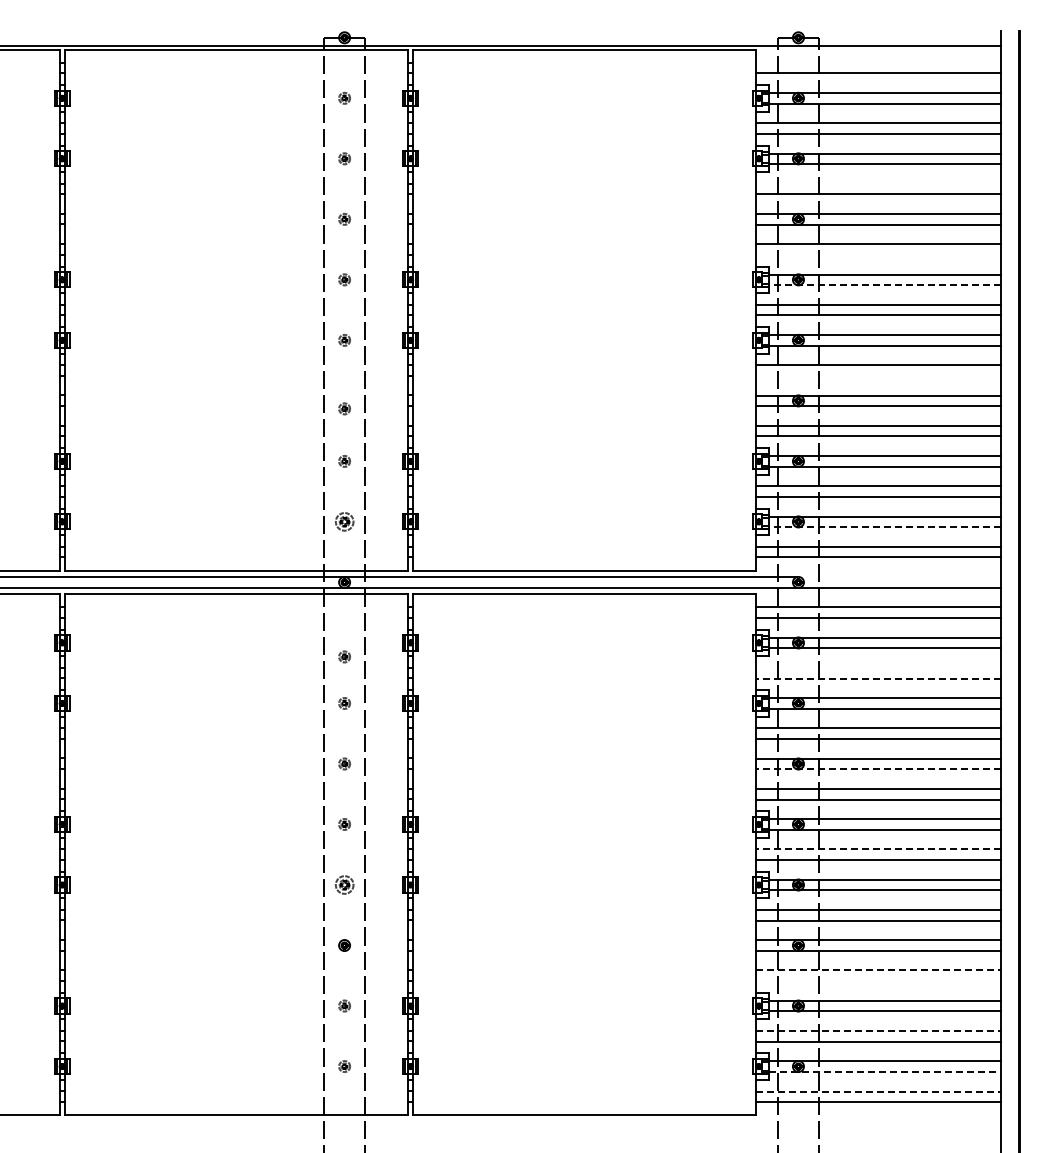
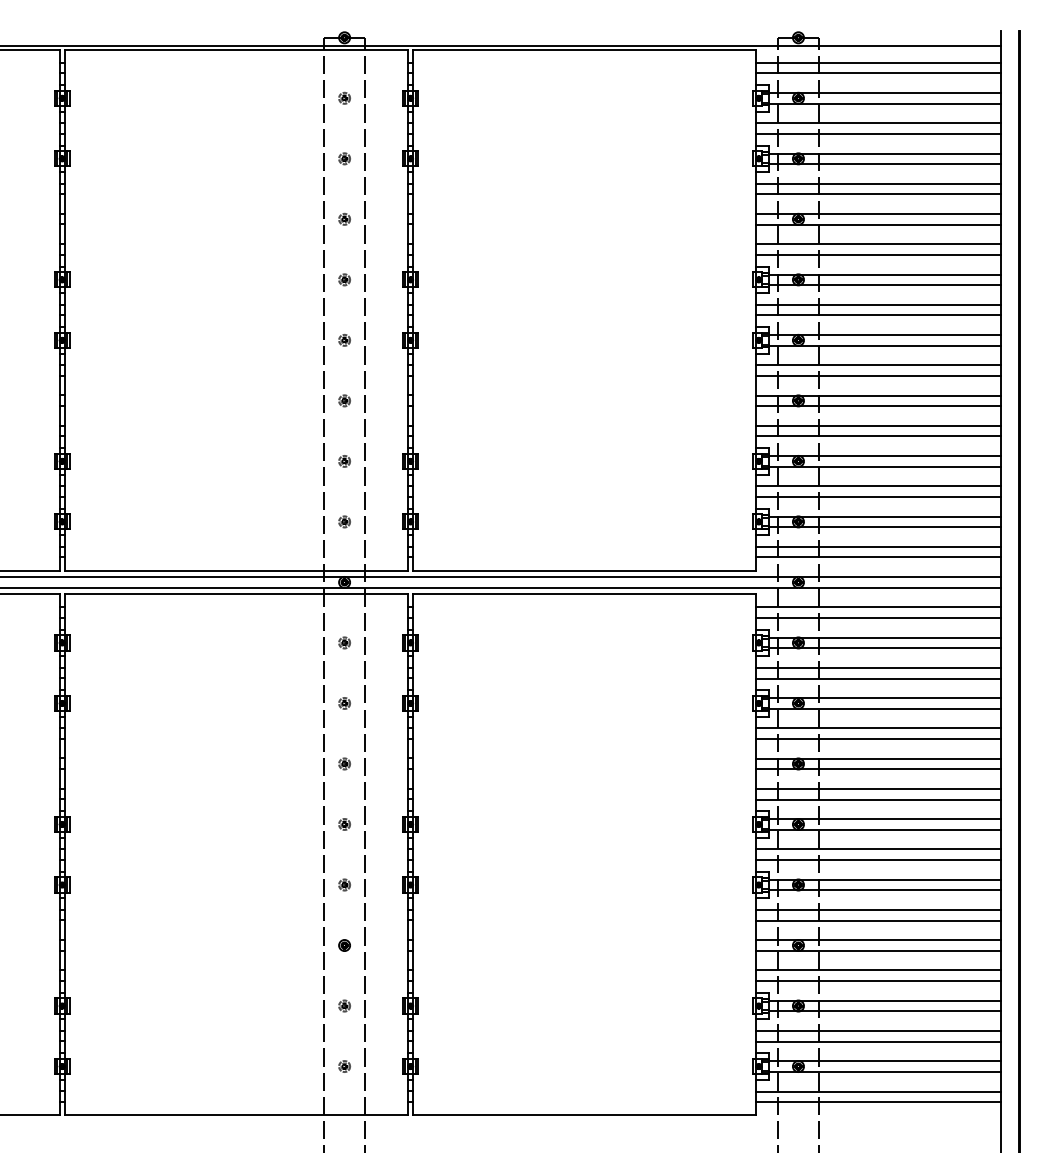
line at (878, 62): none -> present
line at (878, 183): none -> present
line at (878, 254): none -> present
line at (885, 285): dashed -> solid
line at (878, 375): none -> present
part at (344, 408) position: (344, 408) -> (344, 400)
part at (344, 521) size: 20x20 px -> 13x14 px
line at (885, 527): dashed -> solid
line at (900, 577): none -> present
part at (344, 656) position: (344, 656) -> (344, 642)
line at (878, 667): none -> present
line at (878, 678): dashed -> solid
line at (878, 769): dashed -> solid
line at (878, 849): dashed -> solid
part at (344, 884) size: 20x20 px -> 13x14 px
line at (879, 970): dashed -> solid
line at (878, 981): none -> present
line at (879, 1031): dashed -> solid
line at (885, 1071): dashed -> solid
line at (879, 1091): dashed -> solid
